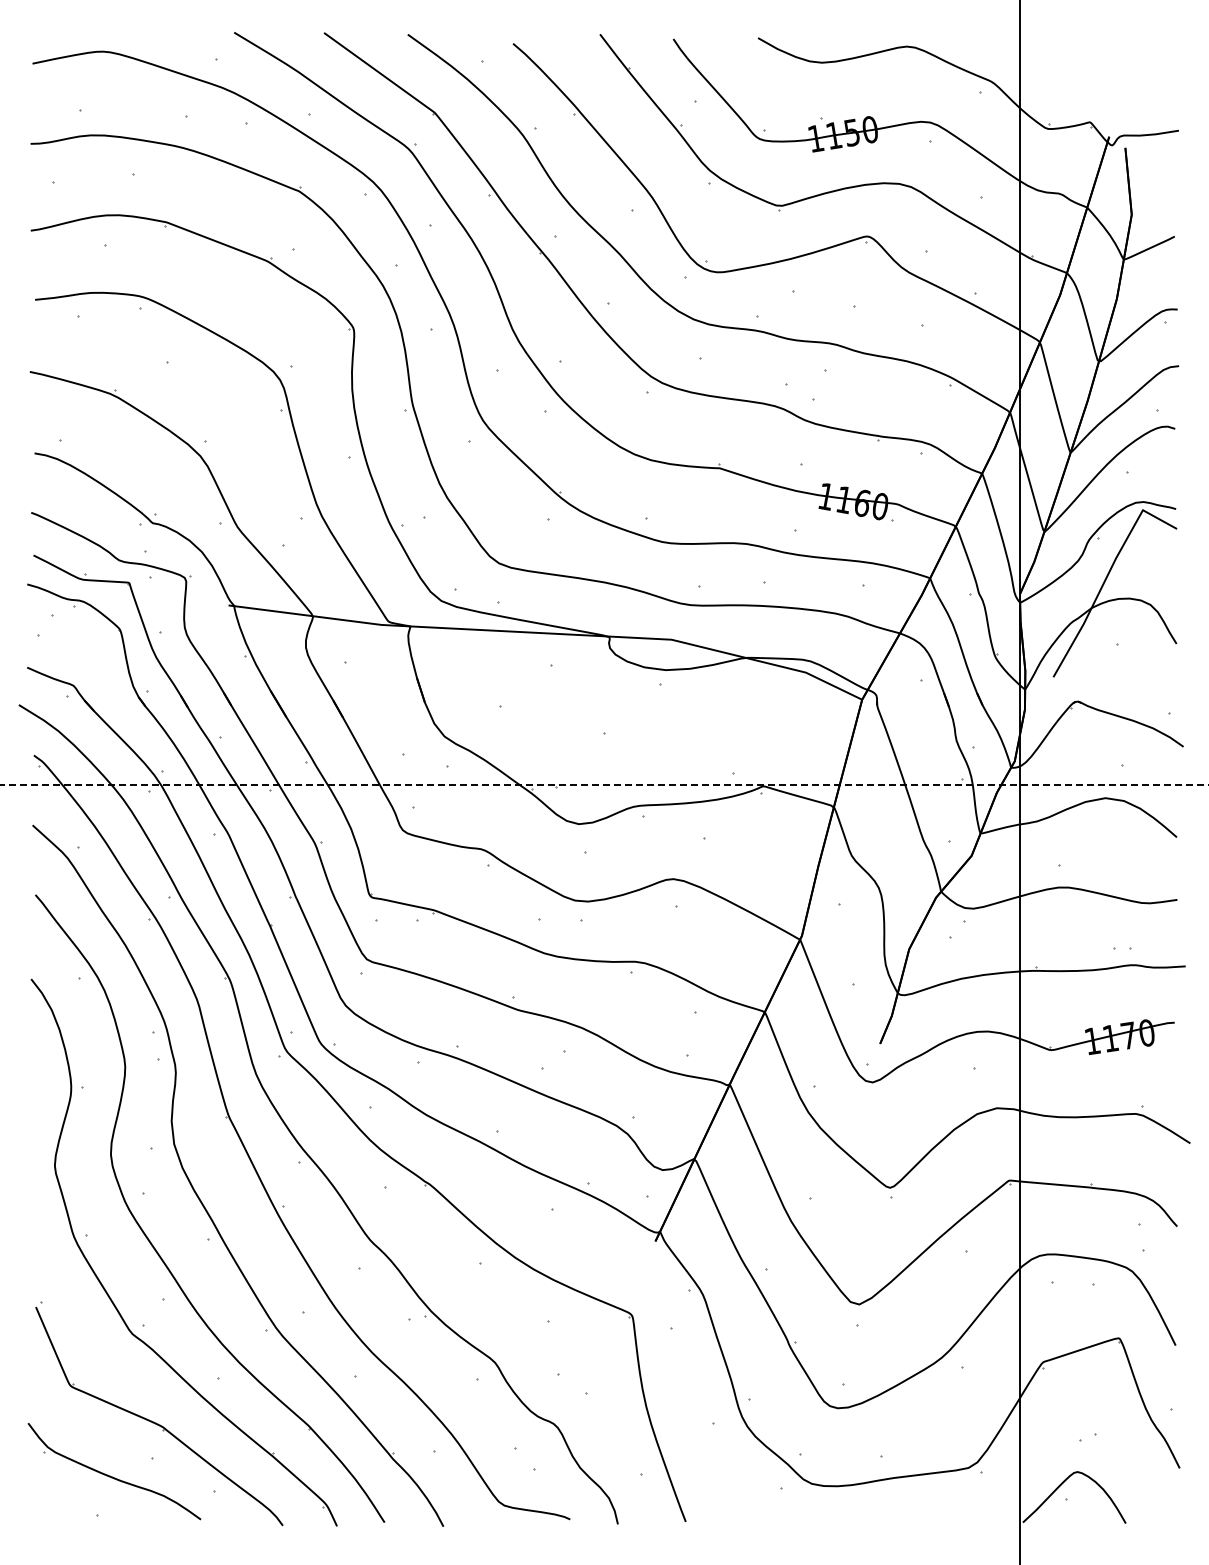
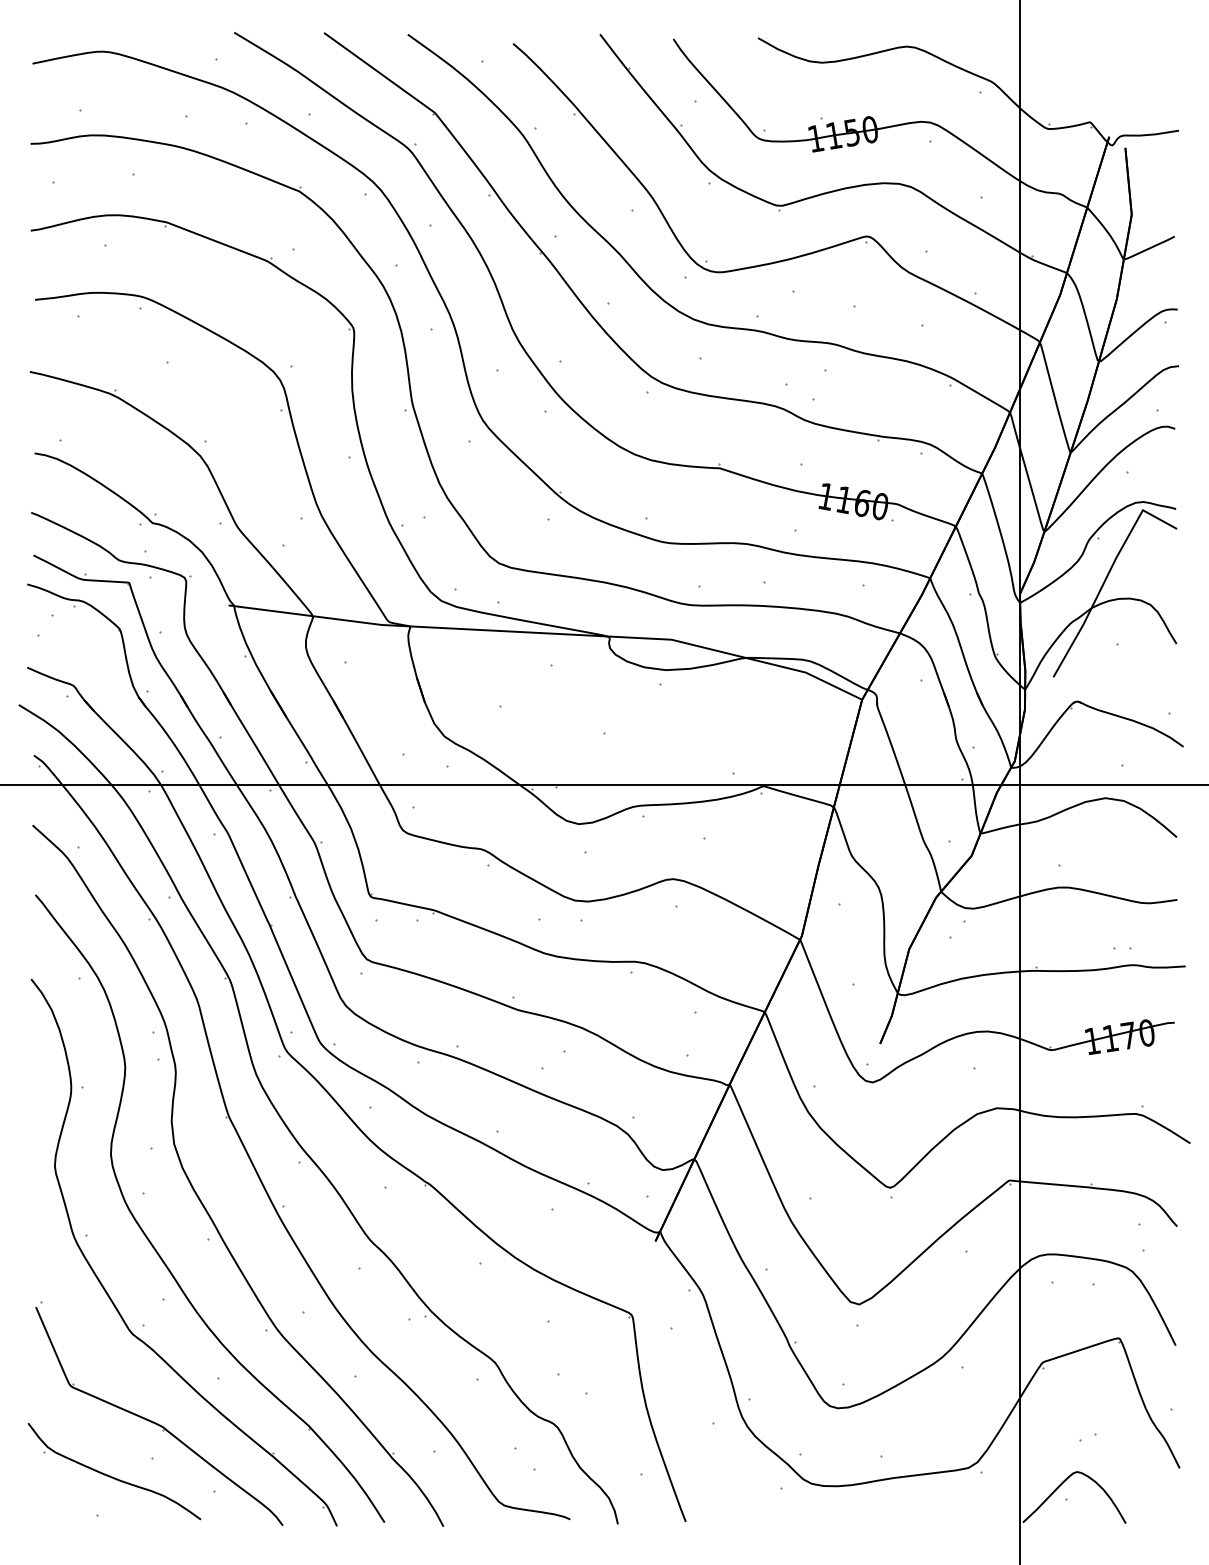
line at (603, 785): dashed -> solid
